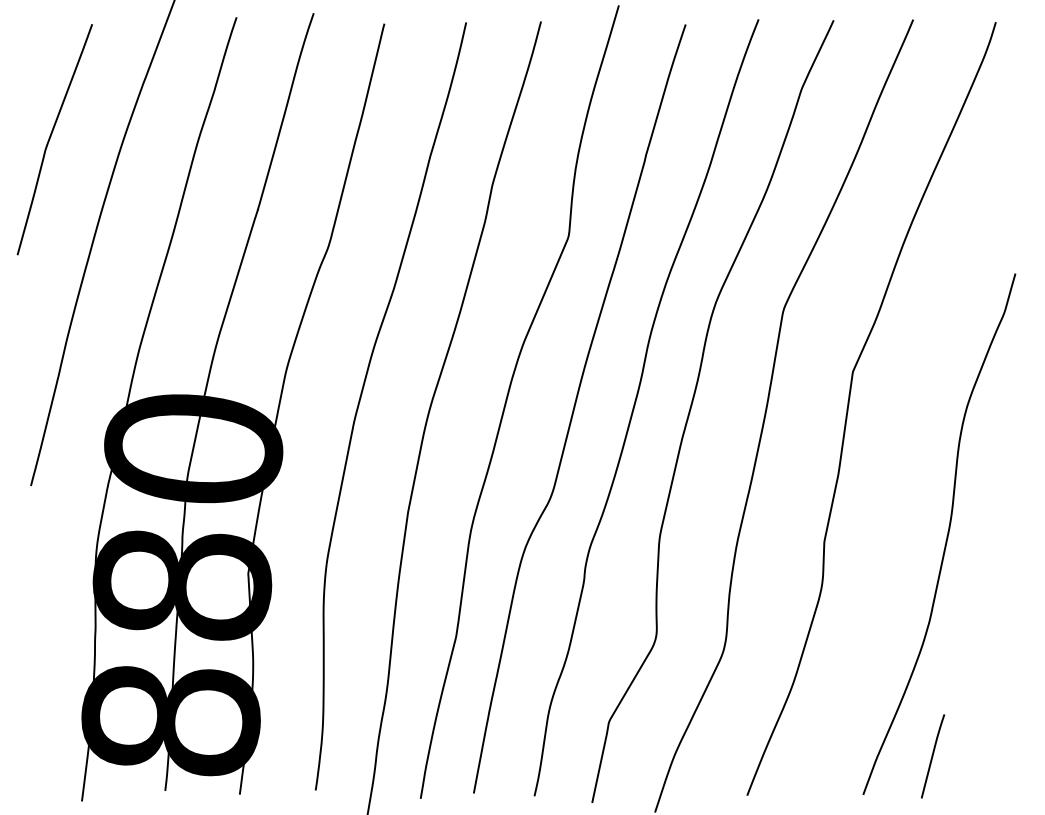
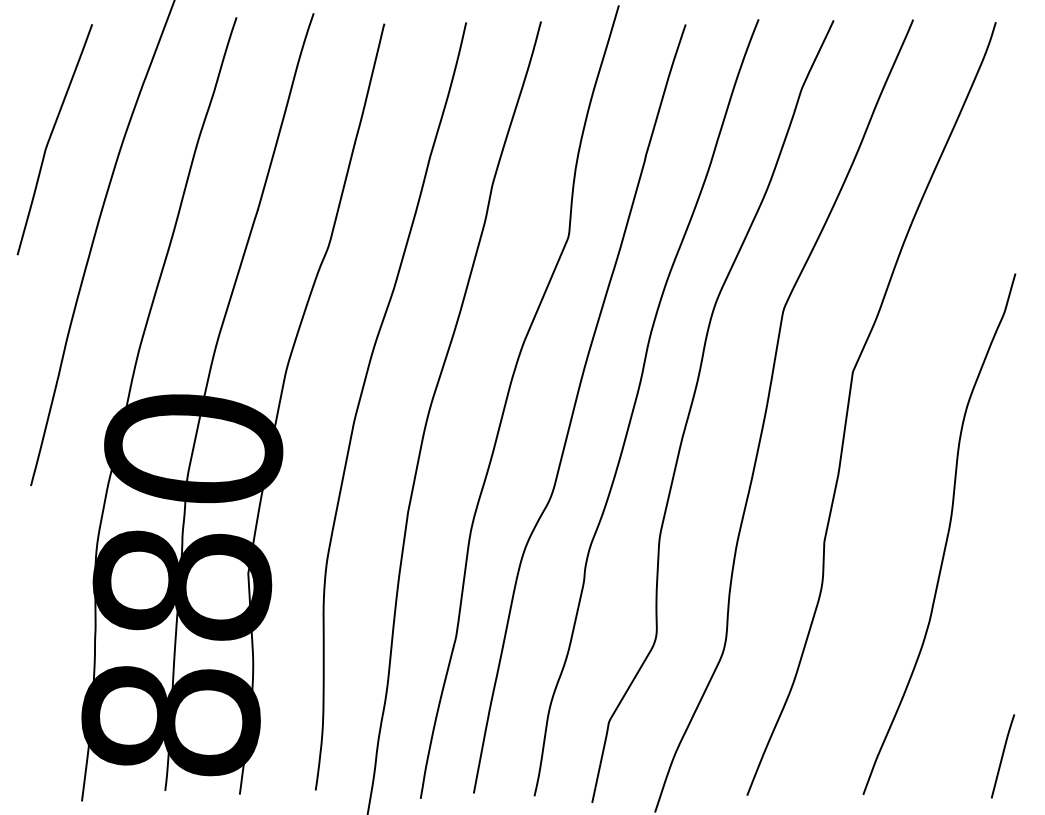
curve at (933, 756) position: (933, 756) -> (1003, 756)
